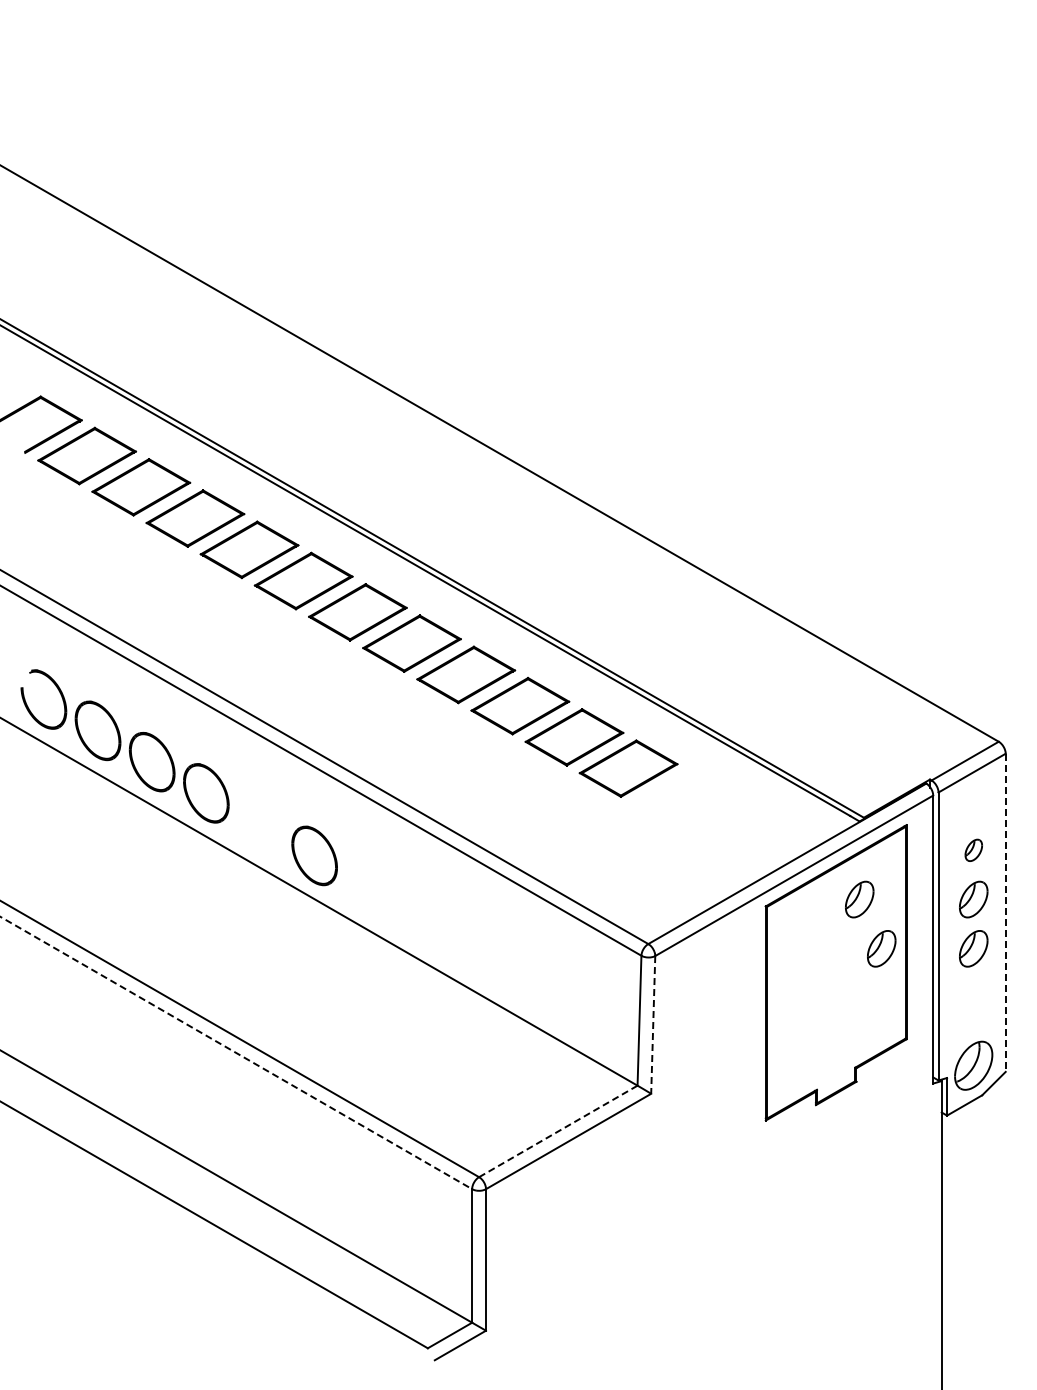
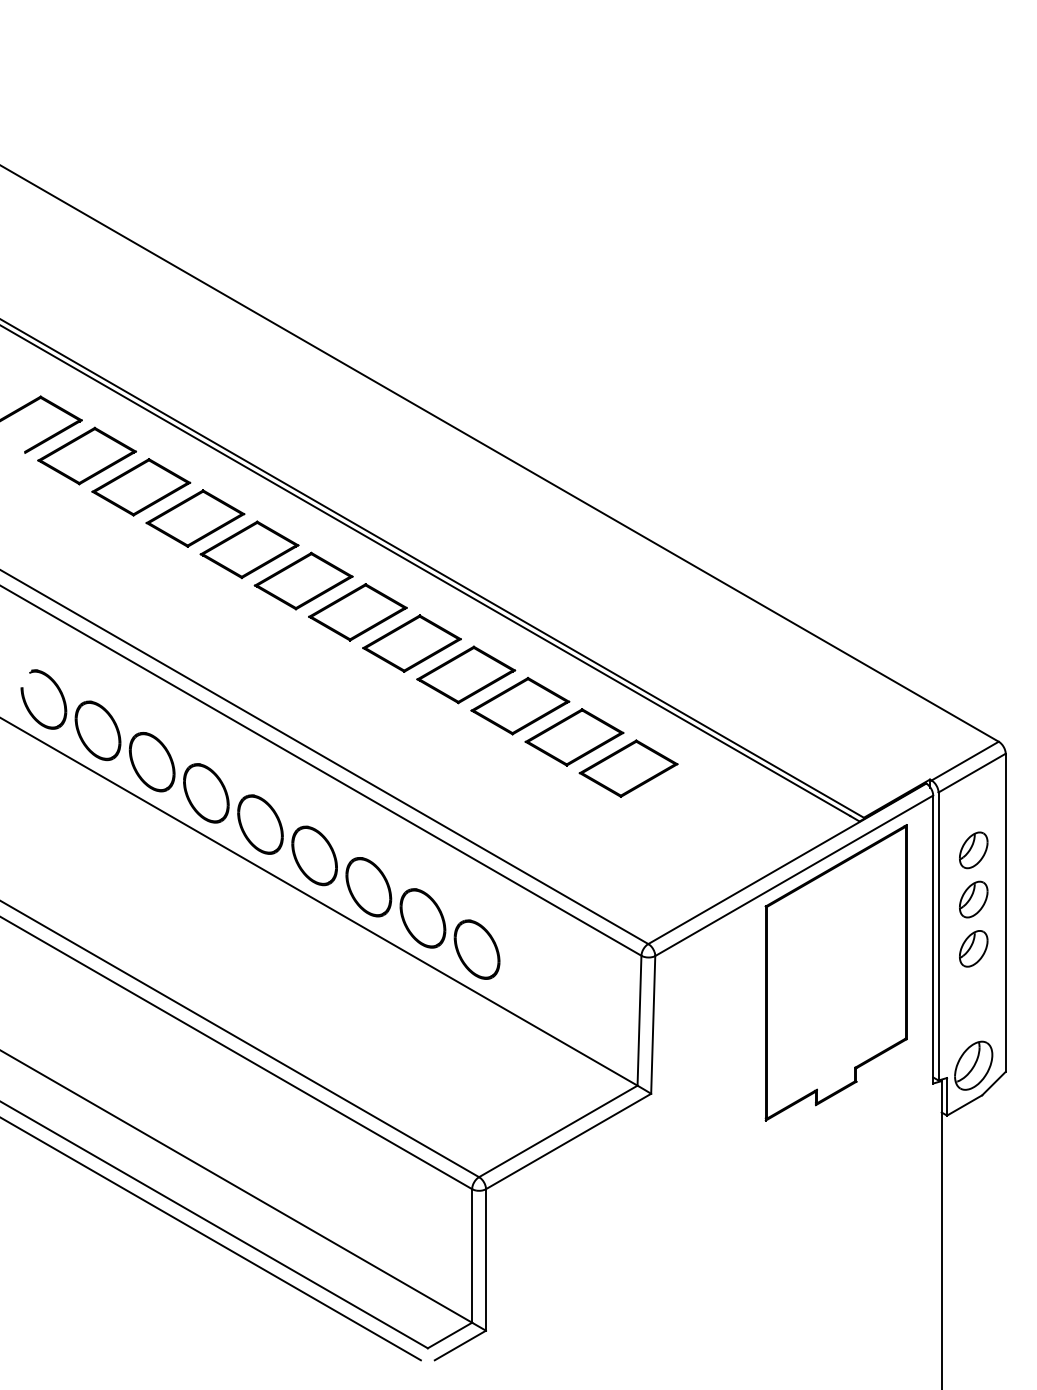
part at (260, 824): none -> present
part at (973, 849) size: 19x24 px -> 30x39 px
part at (859, 899): present -> none
line at (1005, 913): dashed -> solid
part at (422, 918): none -> present
part at (881, 948): present -> none
line at (653, 1024): dashed -> solid
line at (236, 1053): dashed -> solid
line at (557, 1131): dashed -> solid
line at (211, 1239): none -> present
